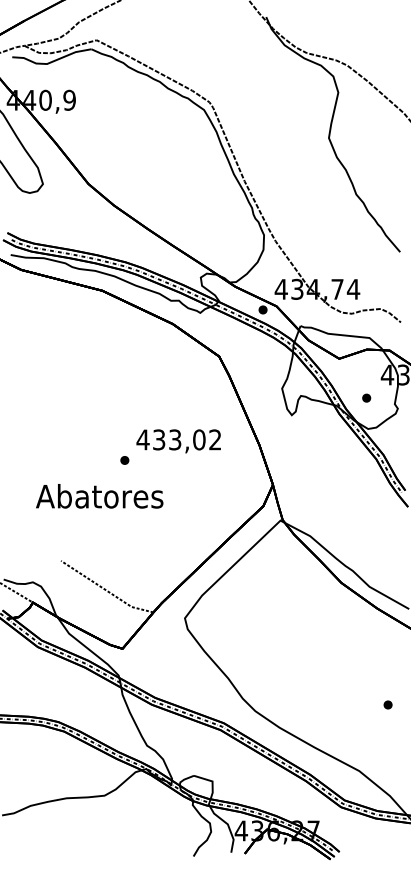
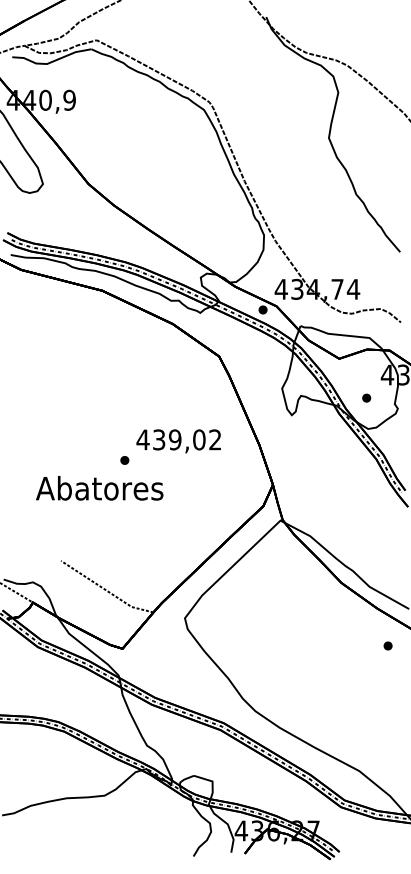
text at (174, 439): 433,02 -> 439,02
text at (99, 496) position: (99, 496) -> (99, 488)
part at (387, 704) position: (387, 704) -> (387, 645)
